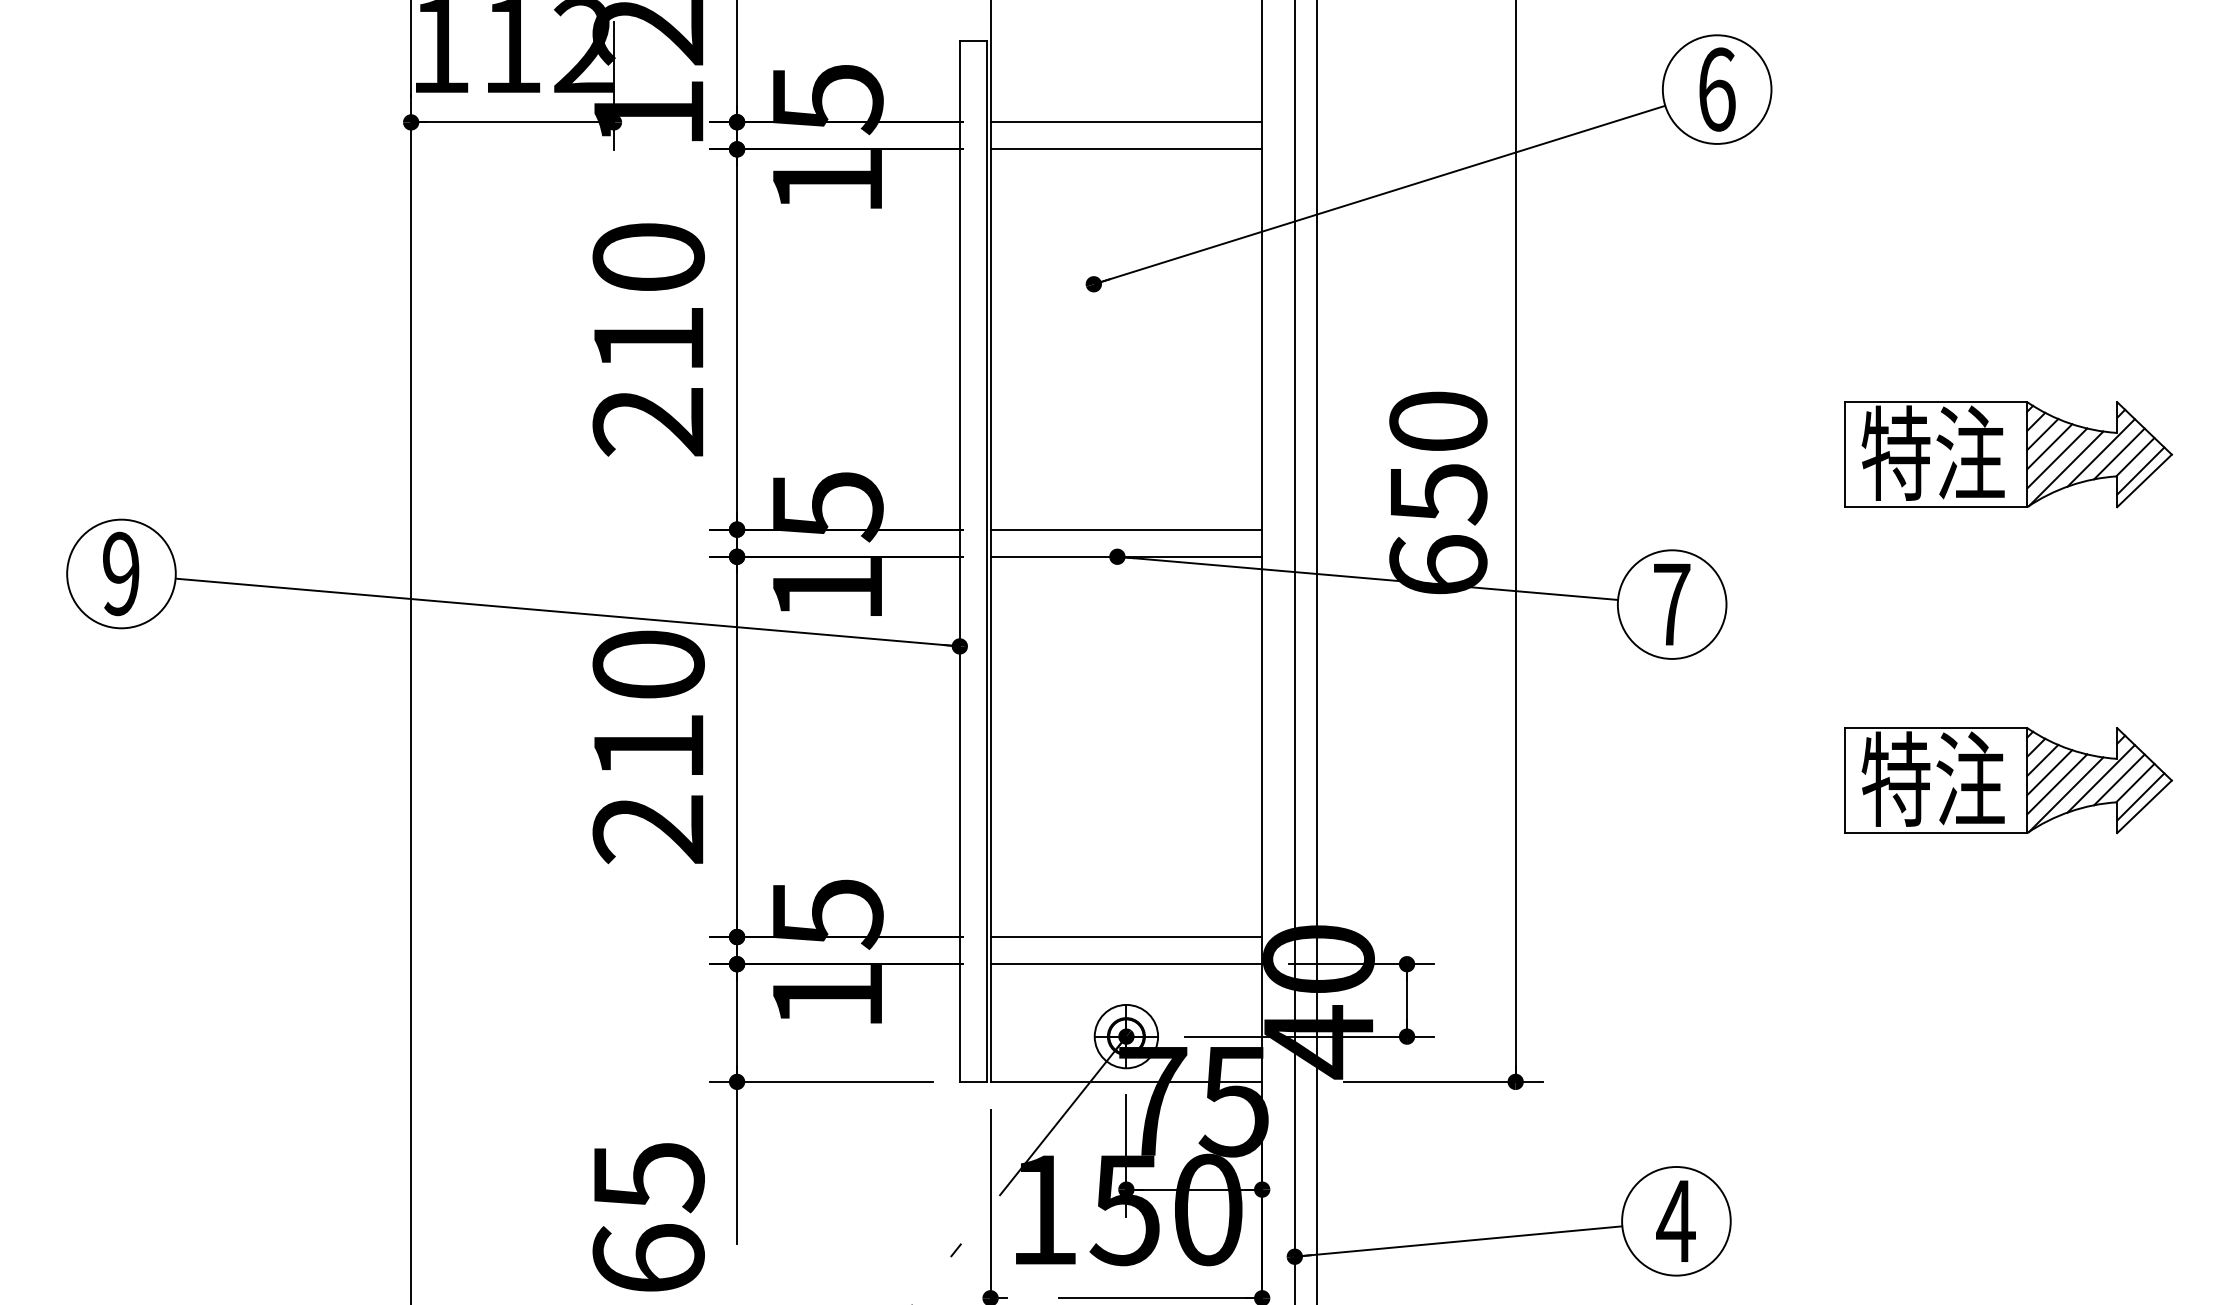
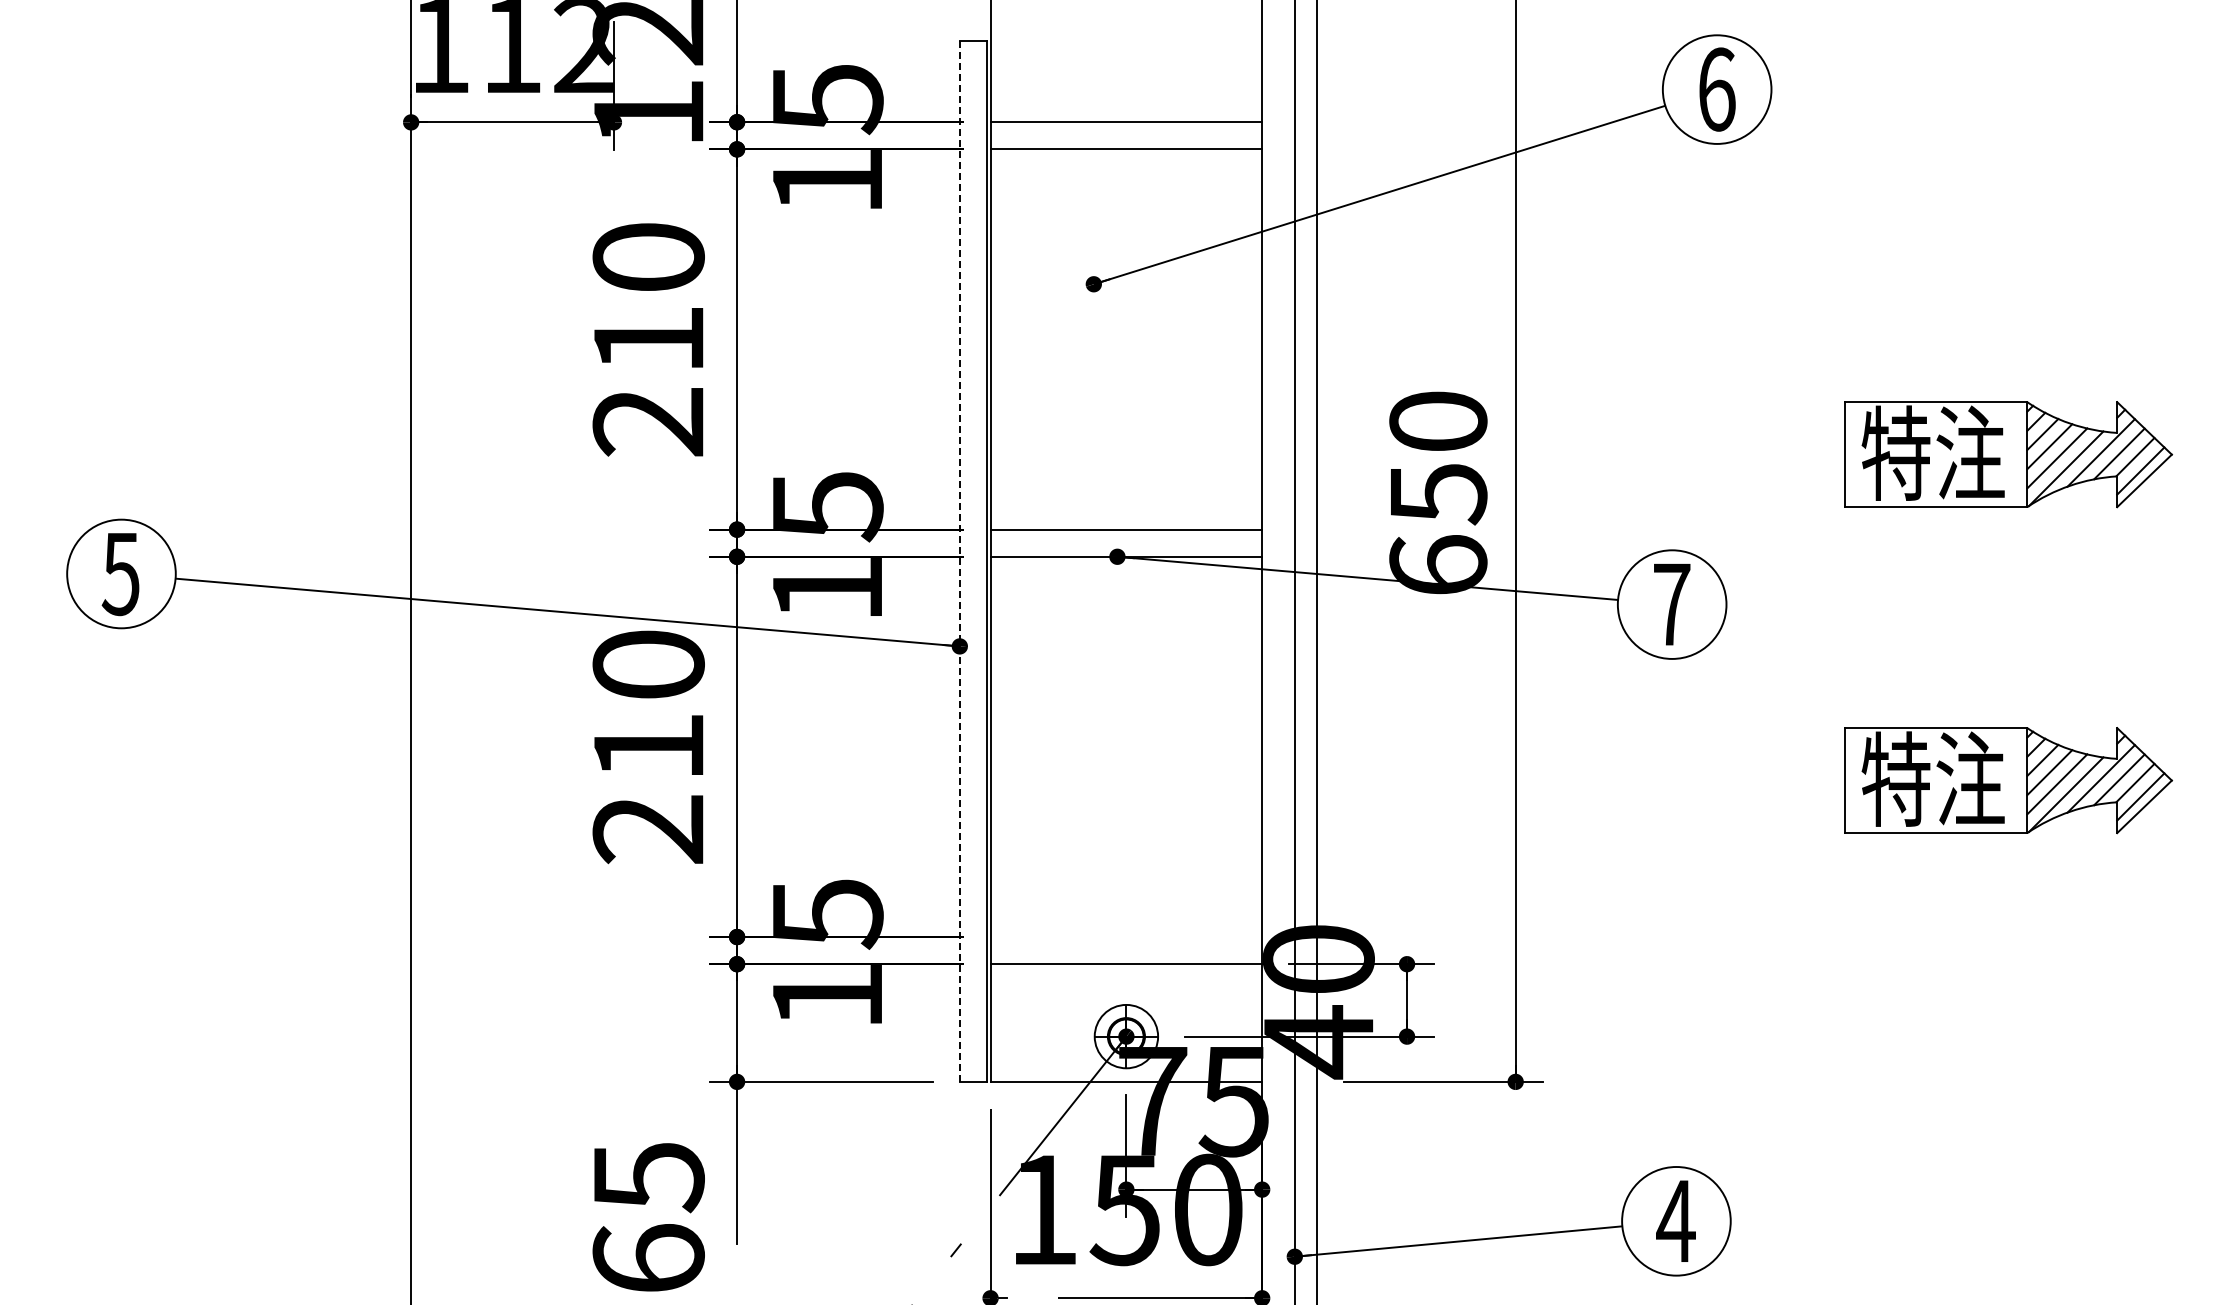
line at (959, 561): solid -> dashed
text at (120, 573): 9 -> 5
line at (1126, 937): present -> none
